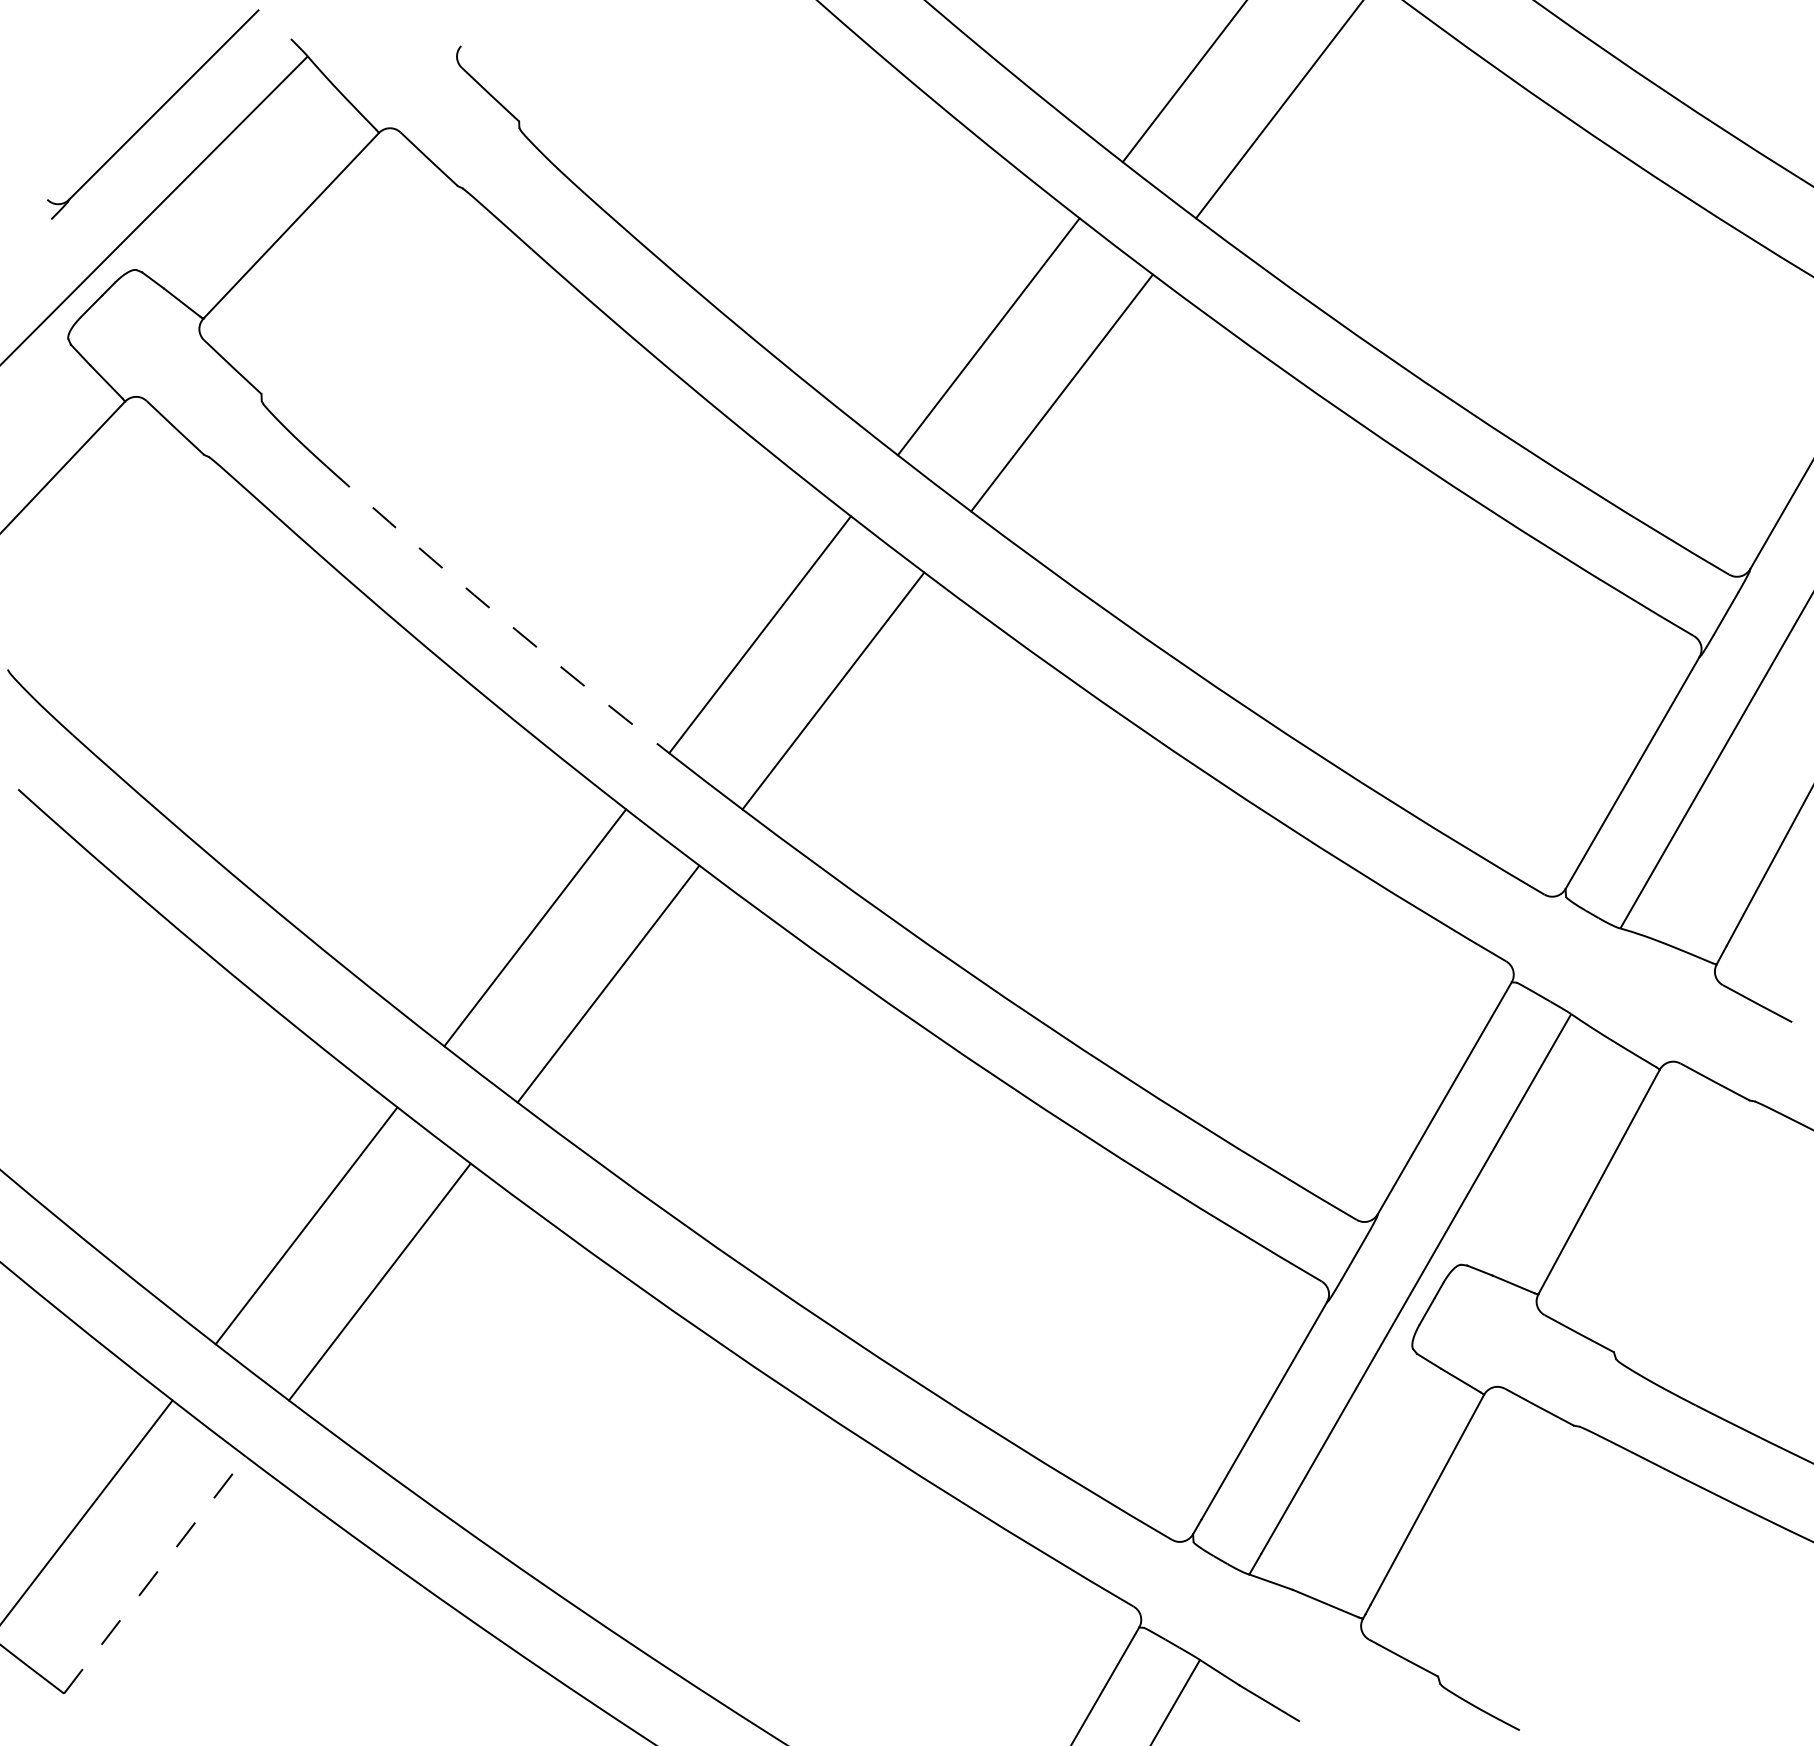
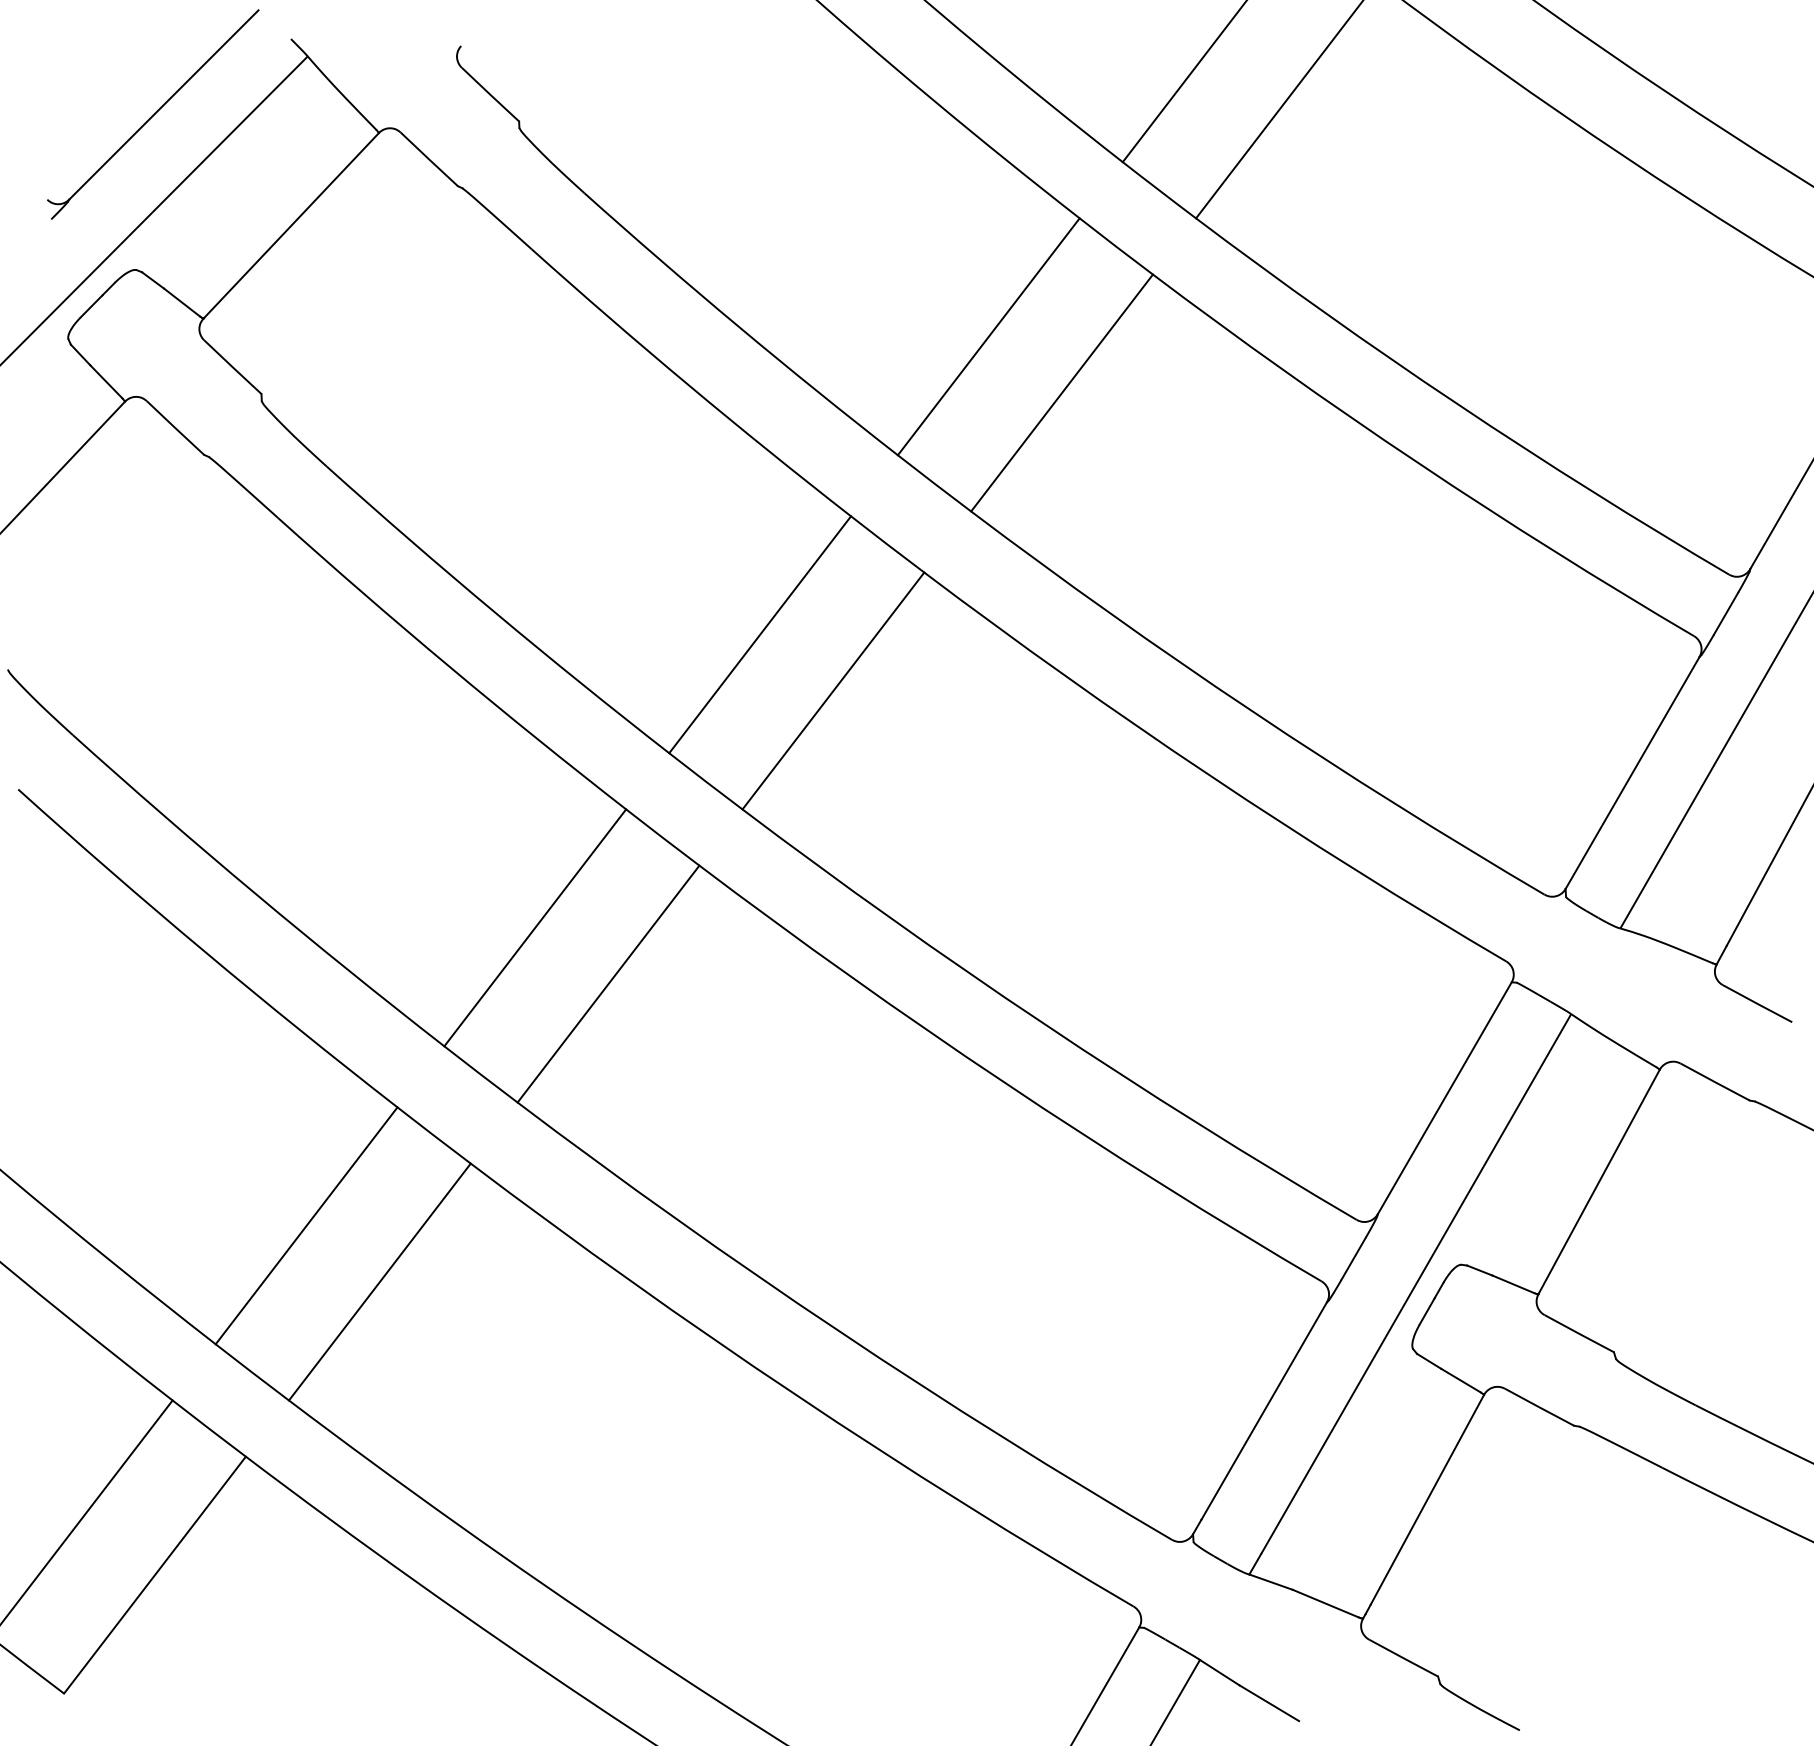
arc at (495, 612): dashed -> solid
line at (155, 1574): dashed -> solid
